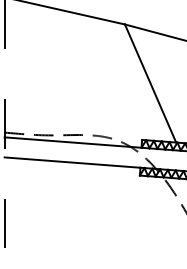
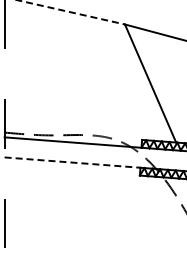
line at (71, 12): solid -> dashed
line at (72, 162): solid -> dashed
